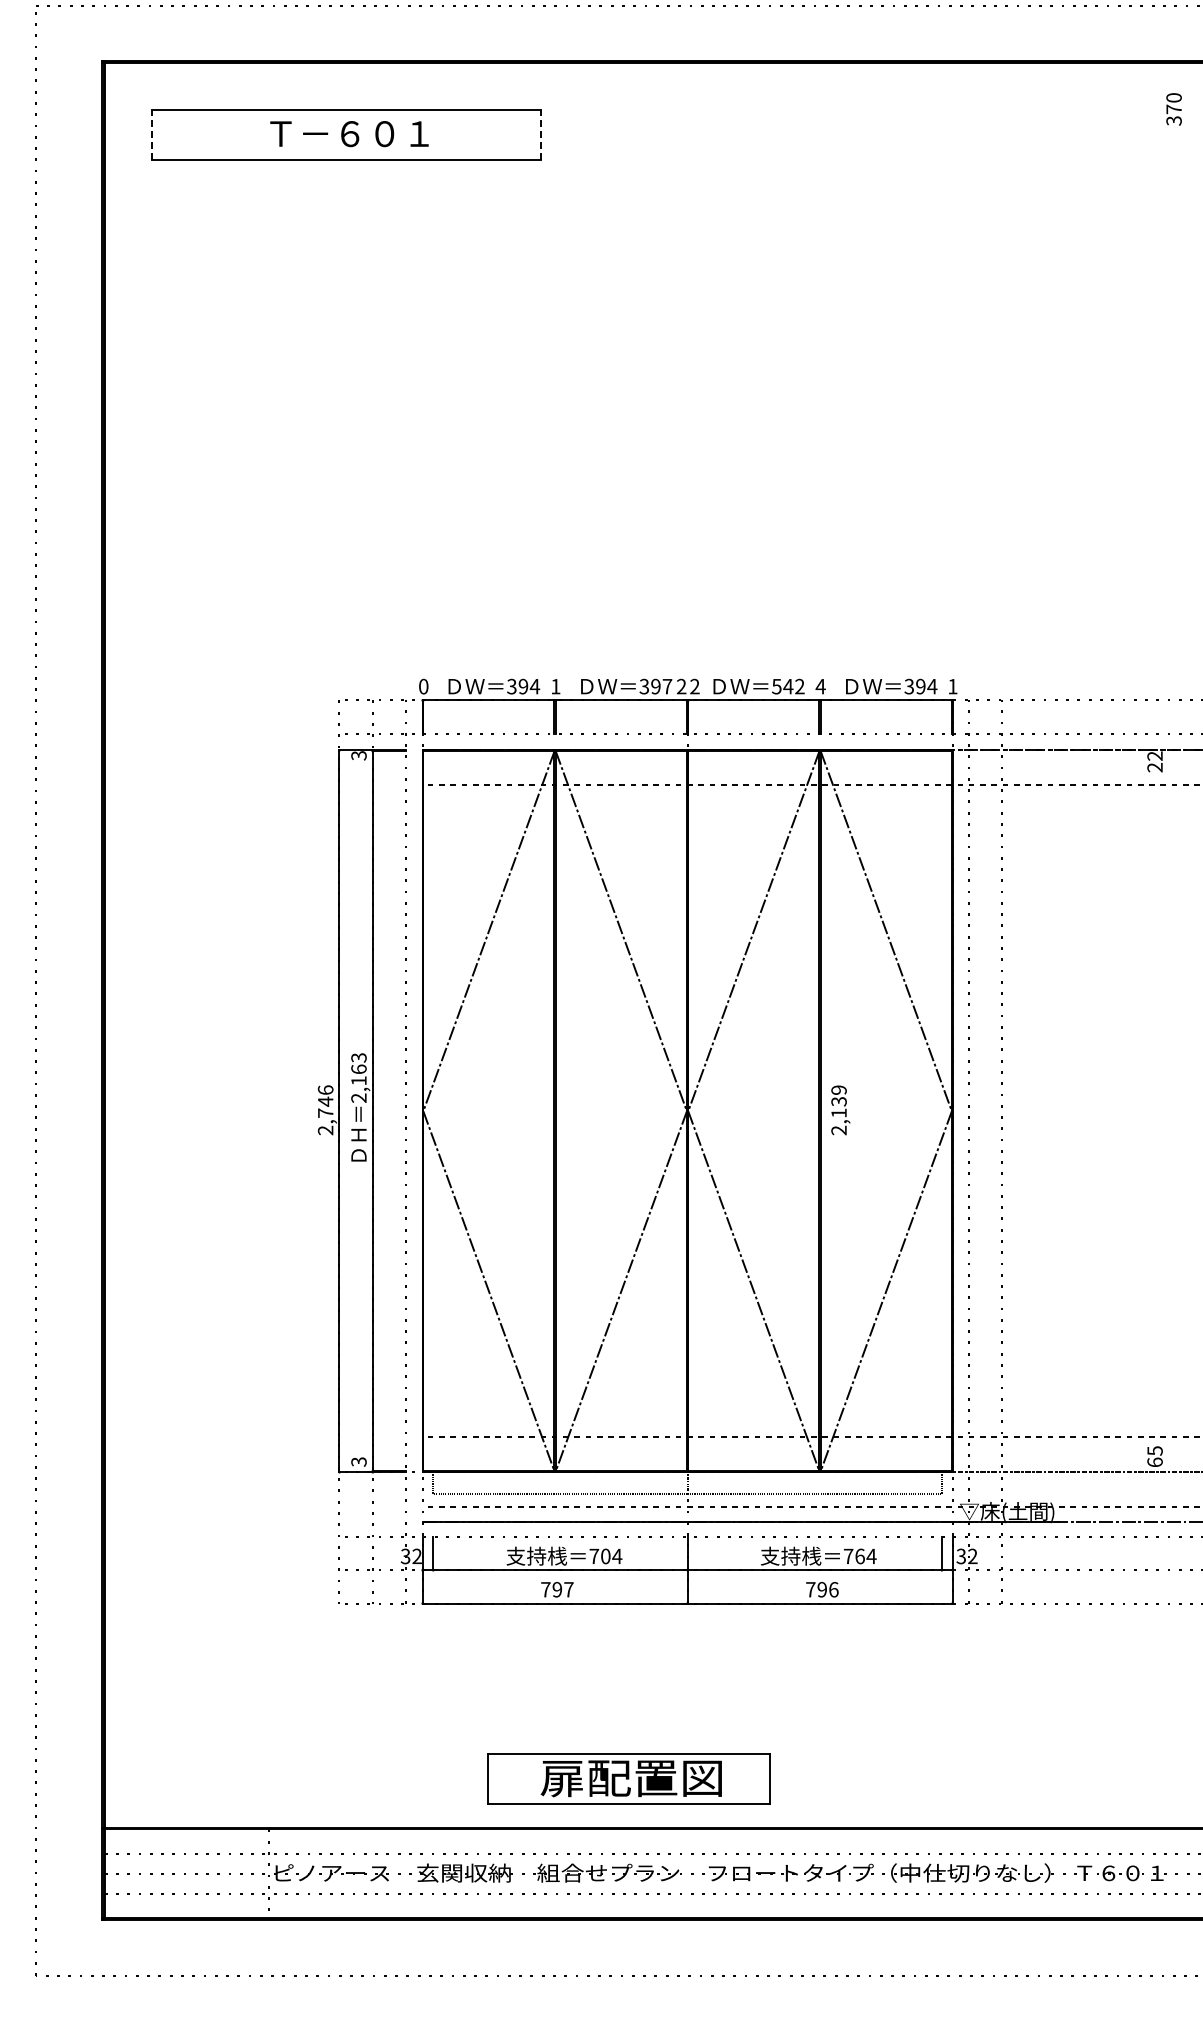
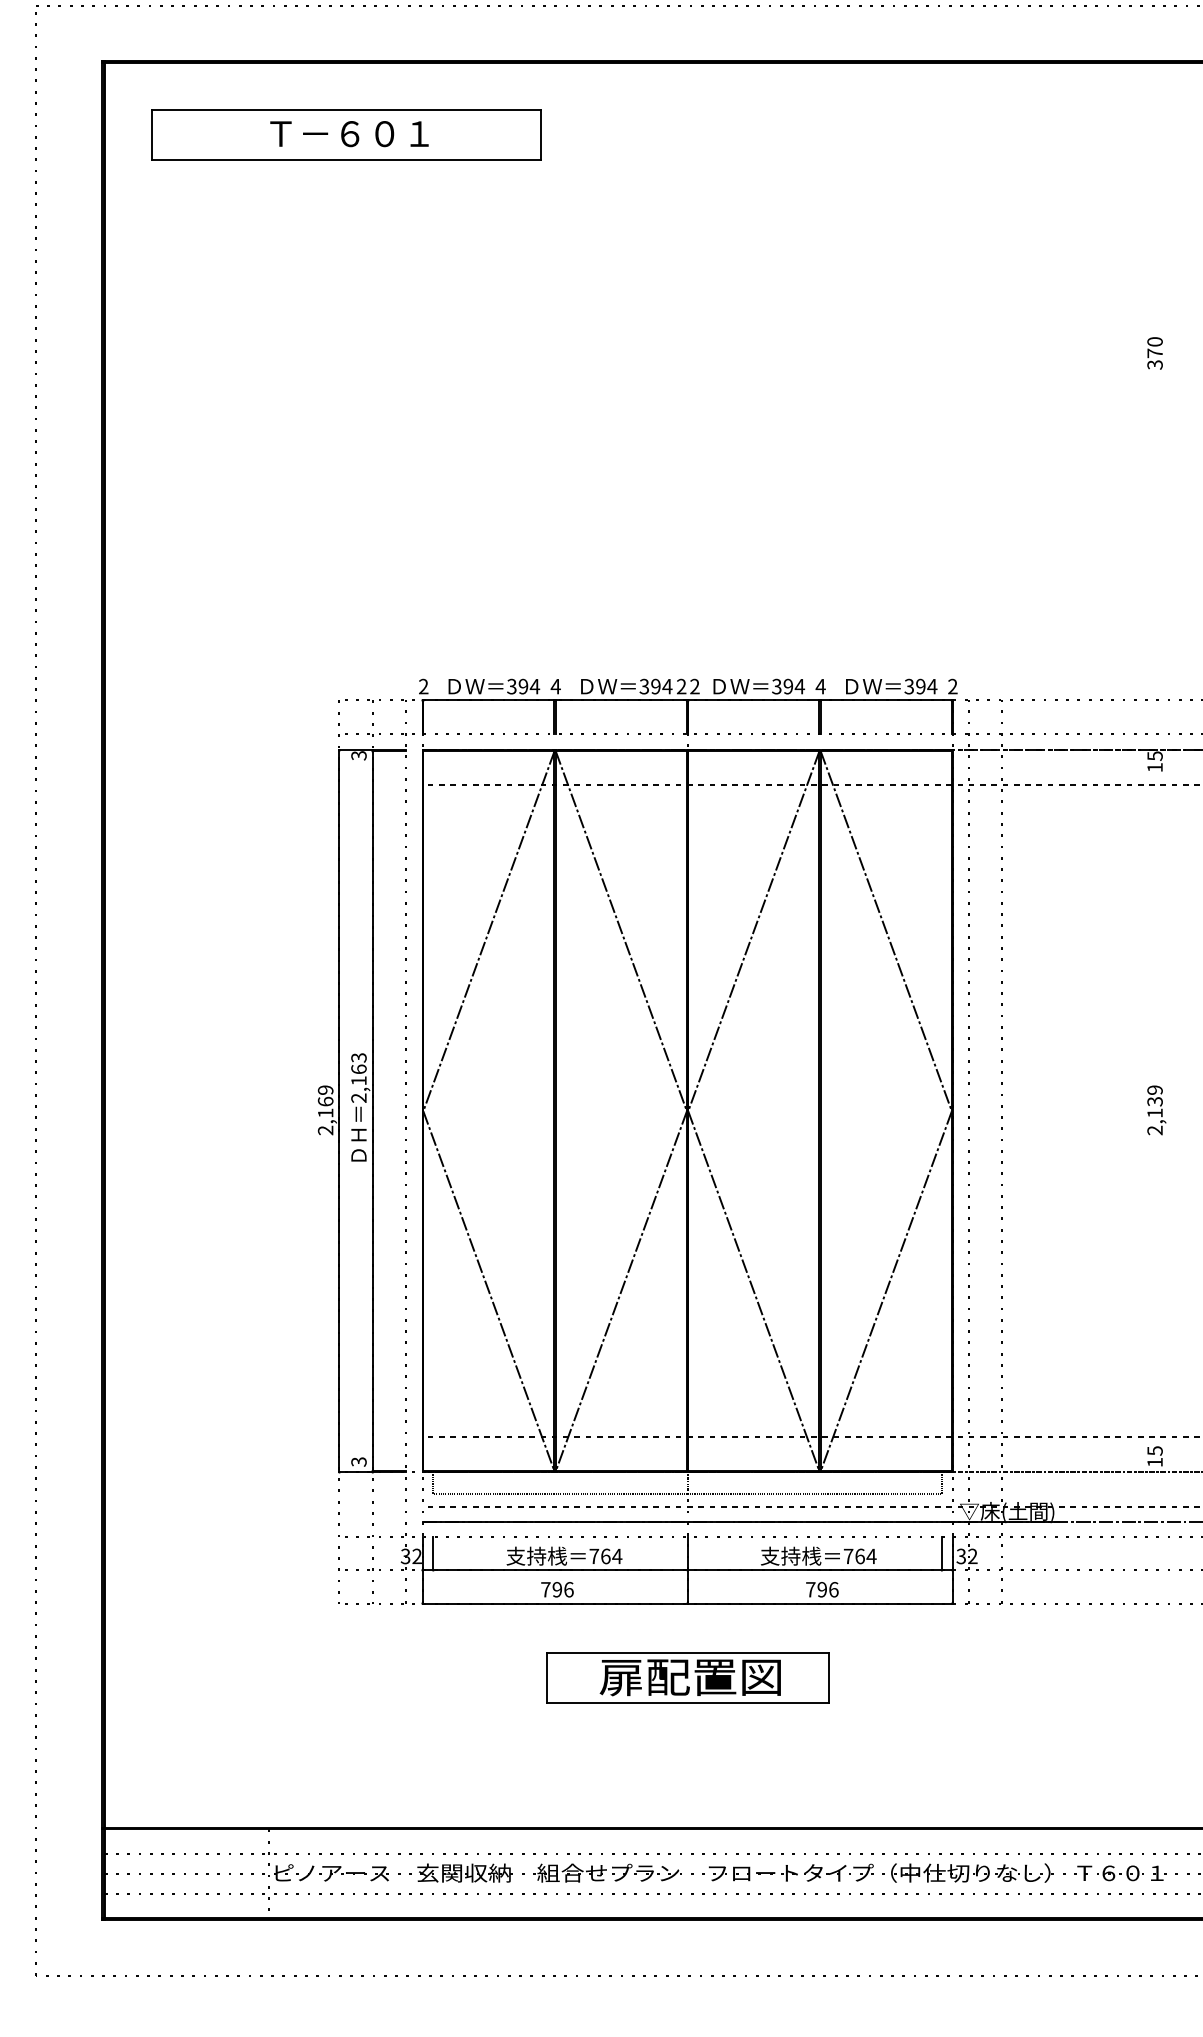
text at (1173, 109) position: (1173, 109) -> (1154, 353)
line at (152, 134): dashed -> solid
line at (541, 134): dashed -> solid
text at (423, 686): 0 -> 2
text at (555, 686): 1 -> 4
text at (667, 686): 397 -> 394
text at (788, 686): 542 -> 394
text at (952, 686): 1 -> 2
text at (1154, 761): 22 -> 15
text at (325, 1101): 2,746 -> 2,169
text at (840, 1110) position: (840, 1110) -> (1156, 1110)
text at (1154, 1461): 65 -> 15
text at (605, 1556): 704 -> 764
text at (568, 1589): 797 -> 796
part at (628, 1778) position: (628, 1778) -> (687, 1677)
